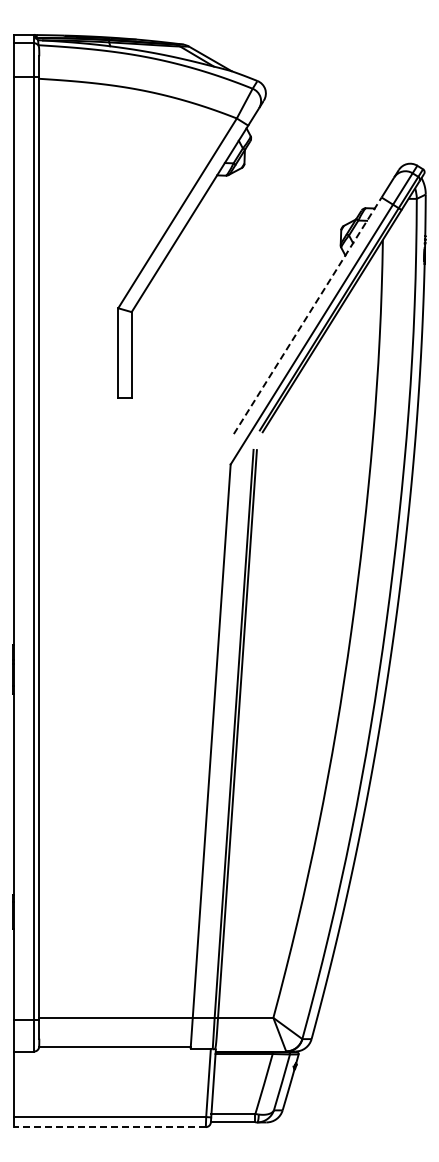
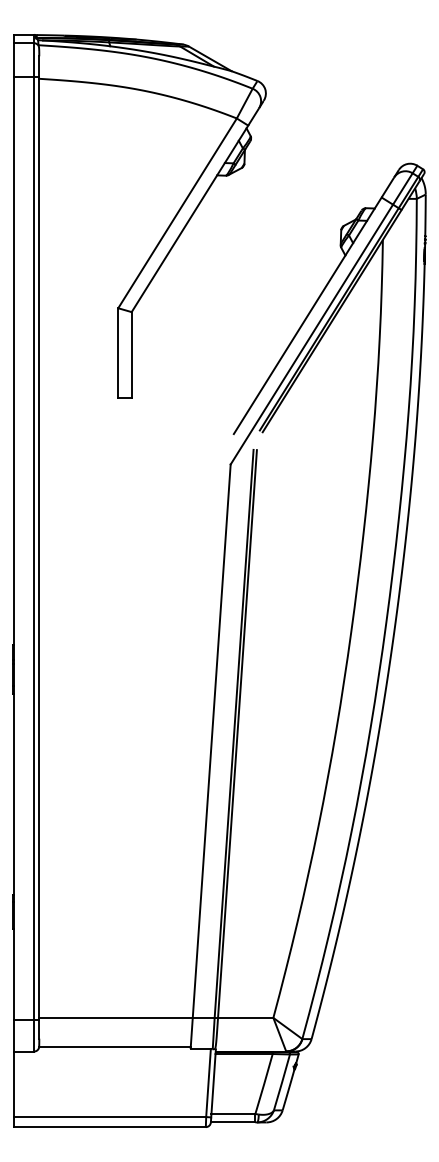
line at (308, 315): dashed -> solid
line at (109, 1127): dashed -> solid
